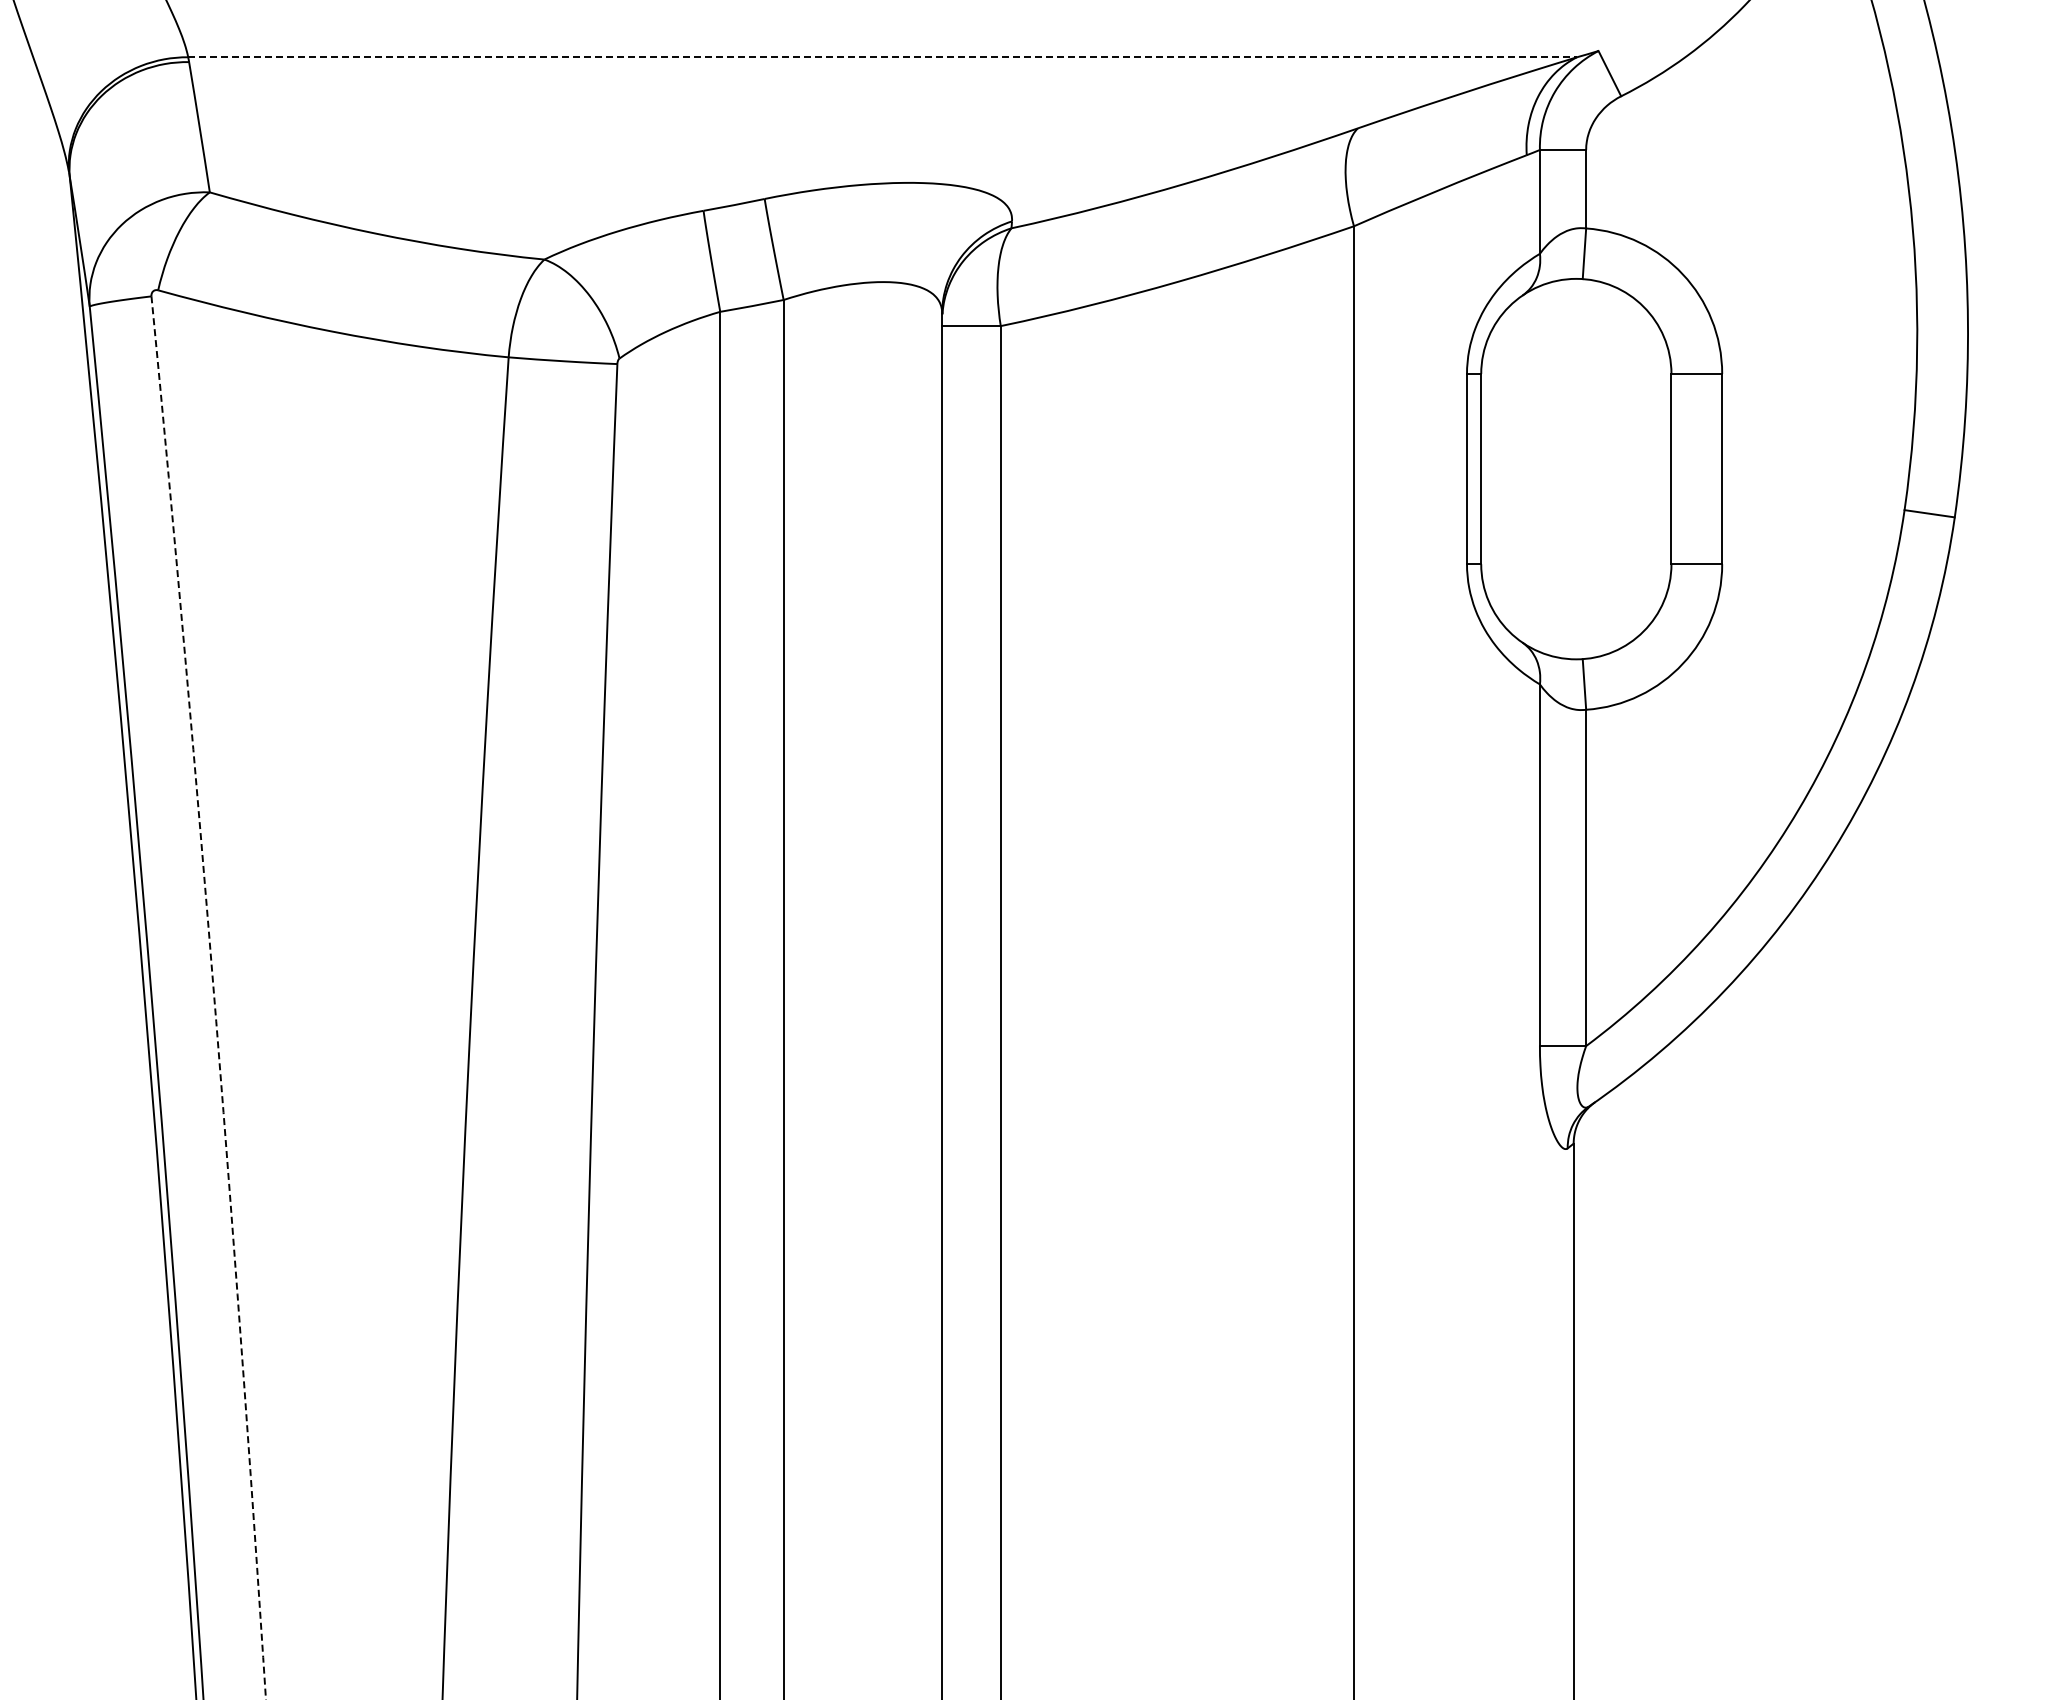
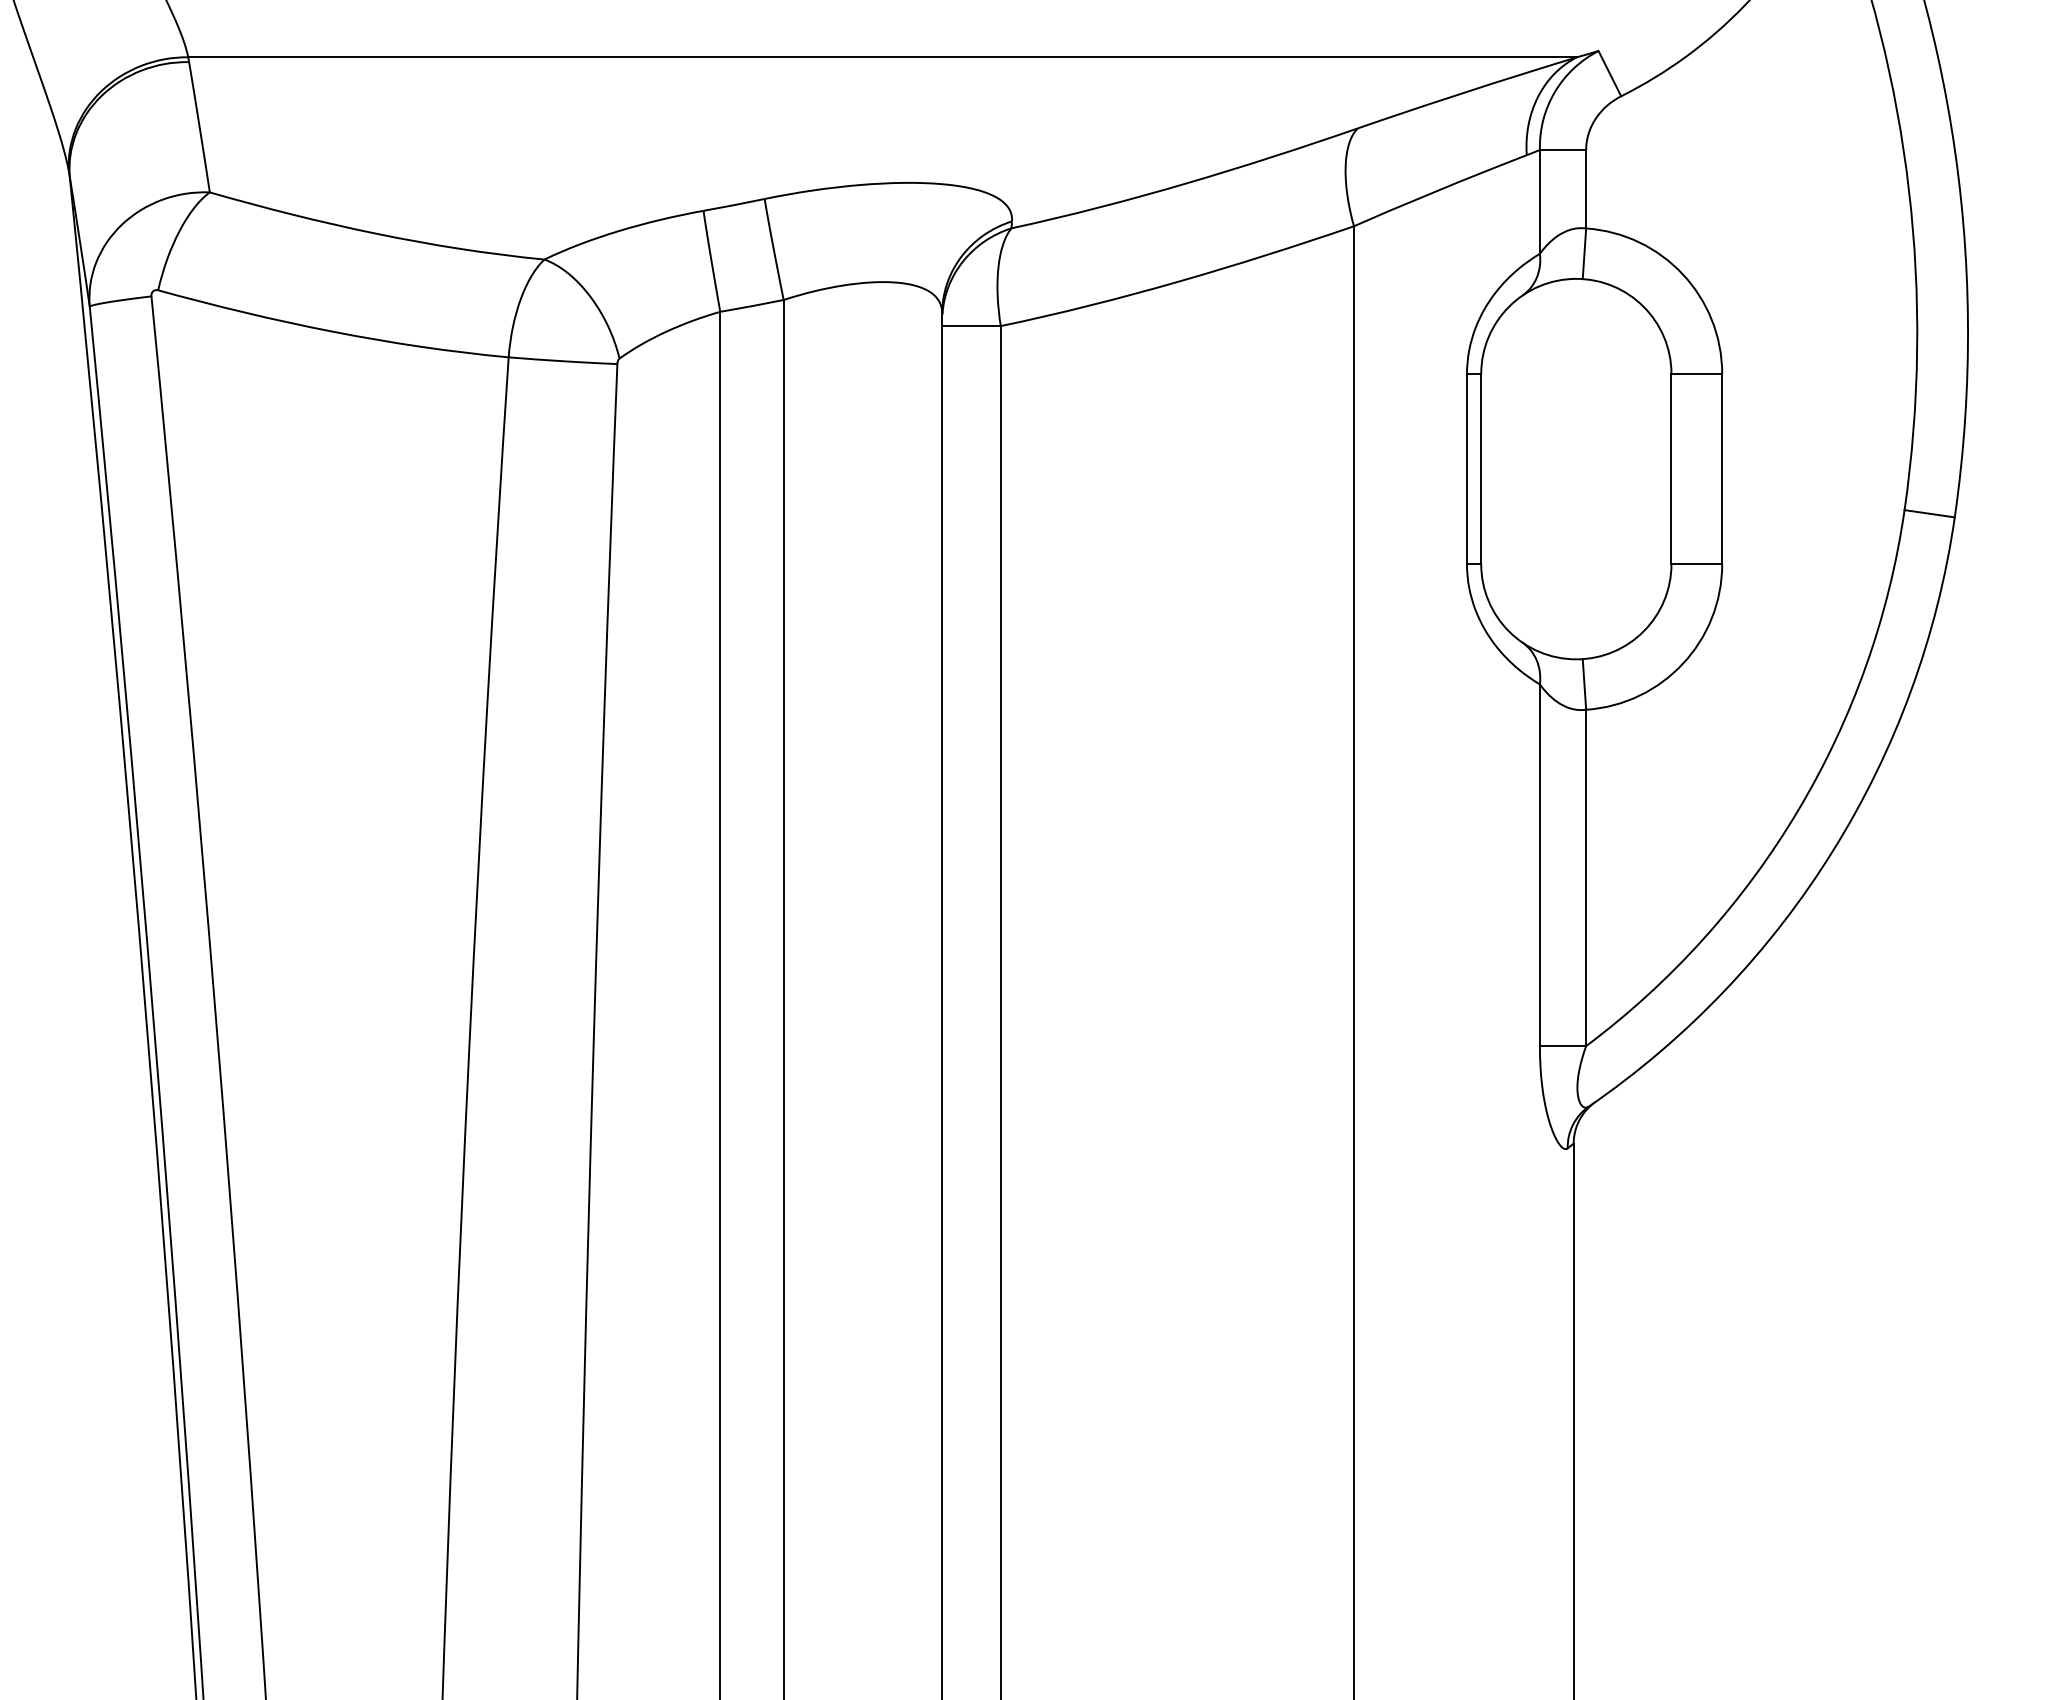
line at (883, 57): dashed -> solid
arc at (214, 998): dashed -> solid
